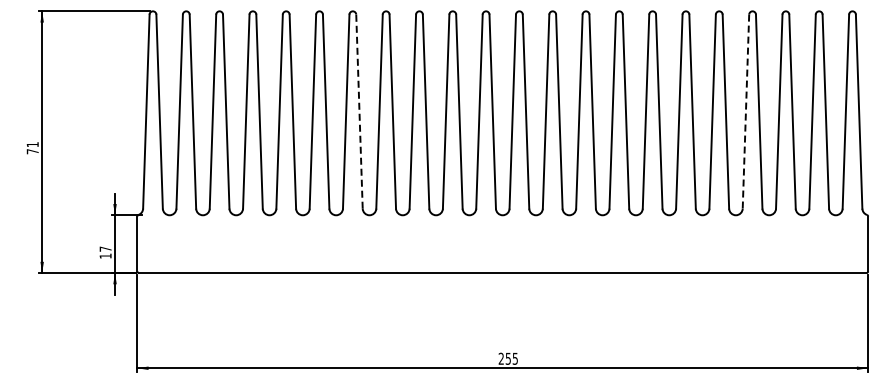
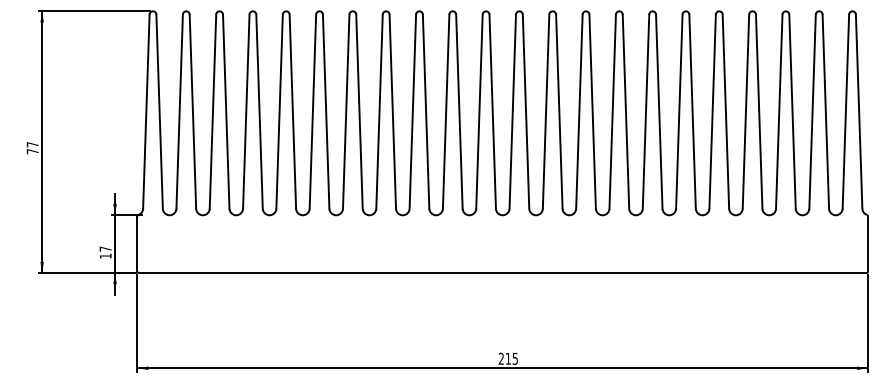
line at (359, 111): dashed -> solid
line at (745, 112): dashed -> solid
text at (32, 144): 71 -> 77
text at (507, 358): 255 -> 215
